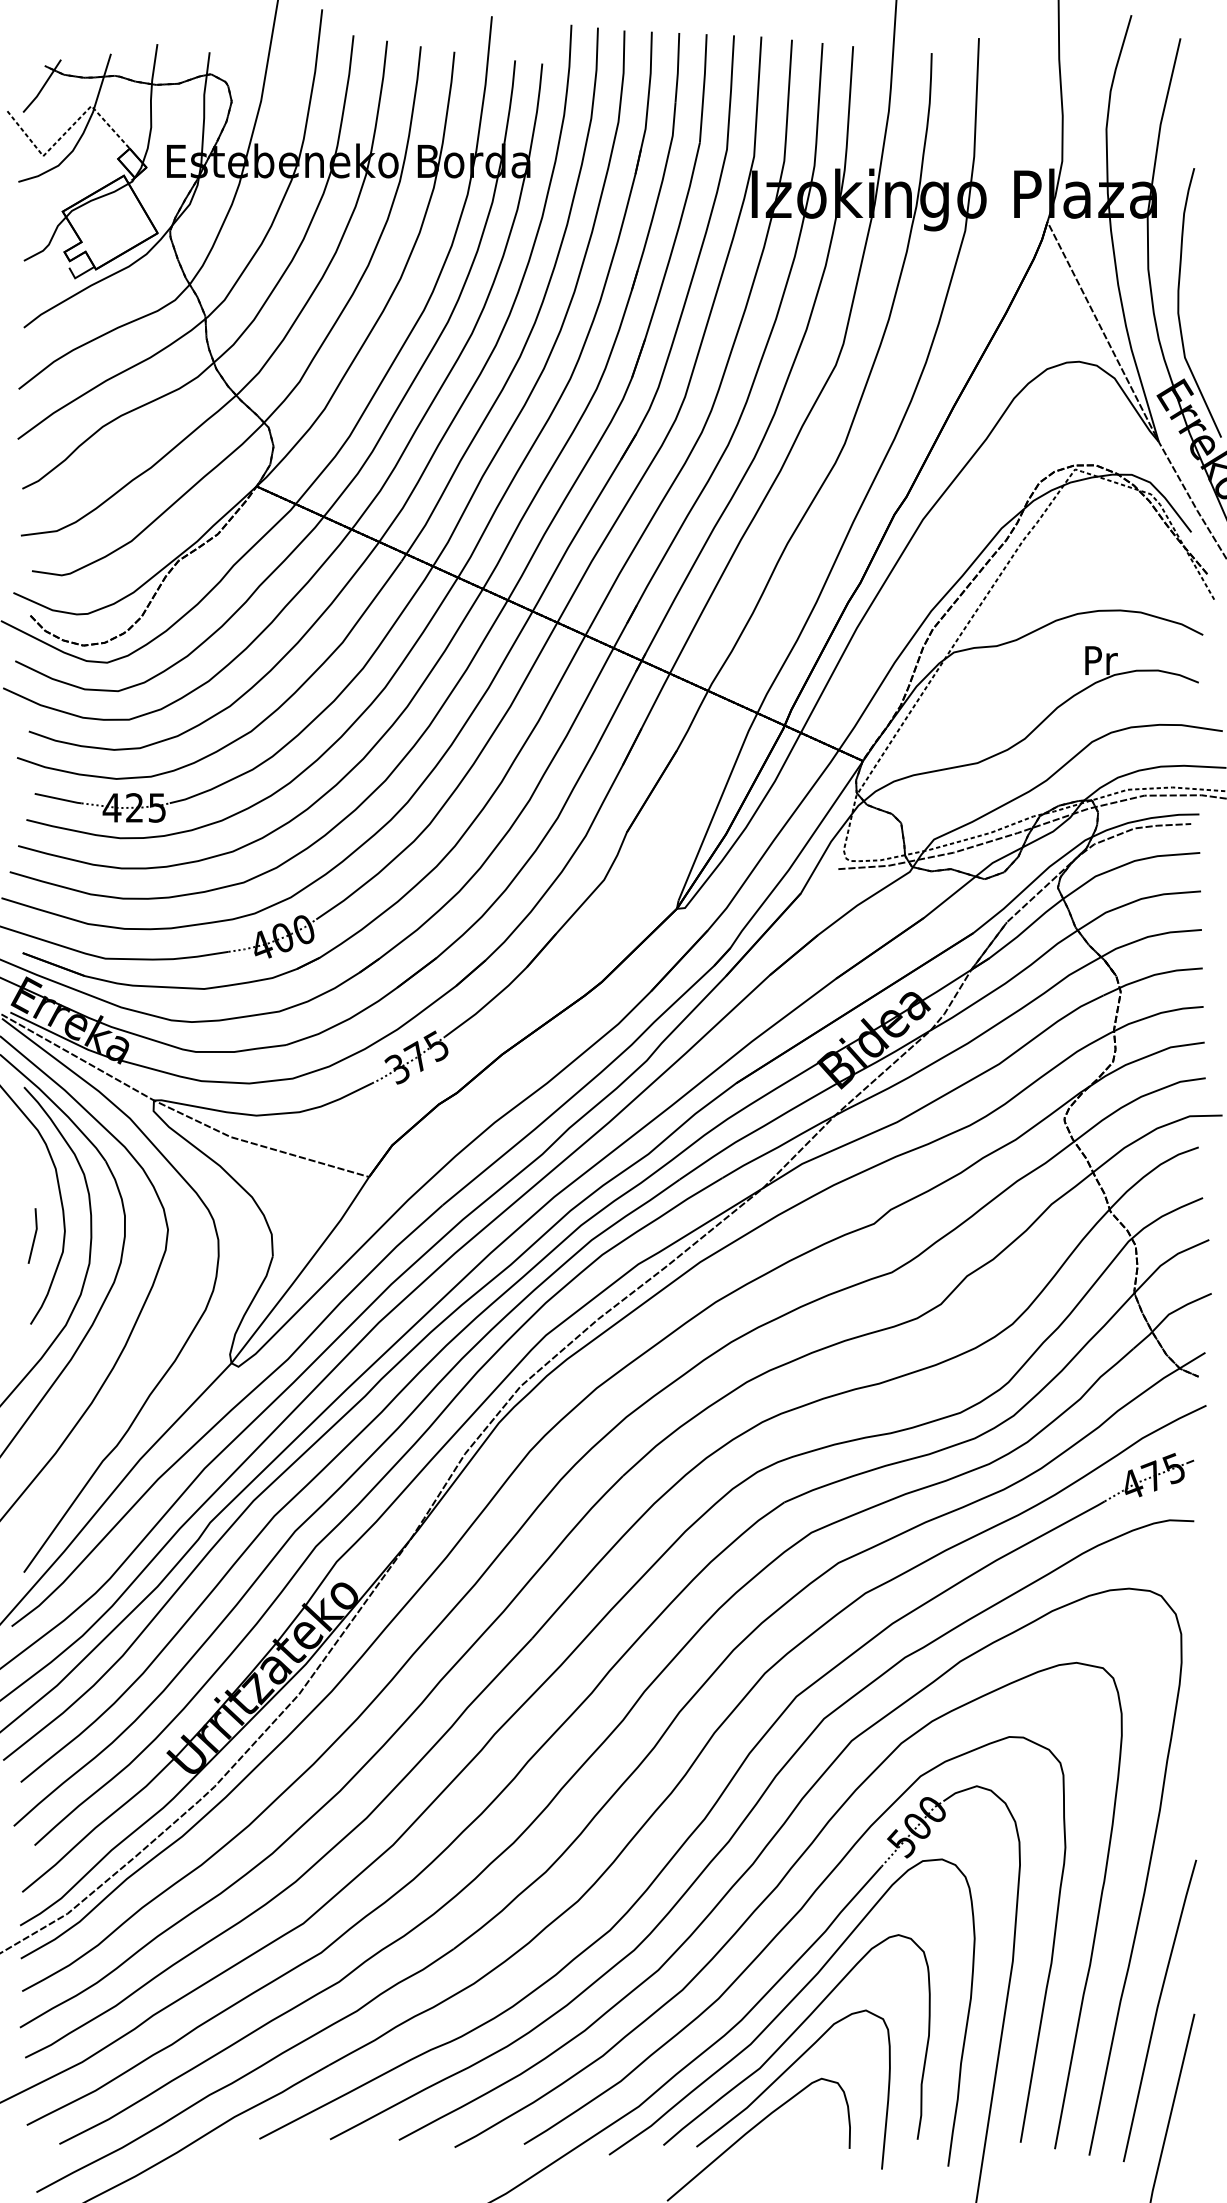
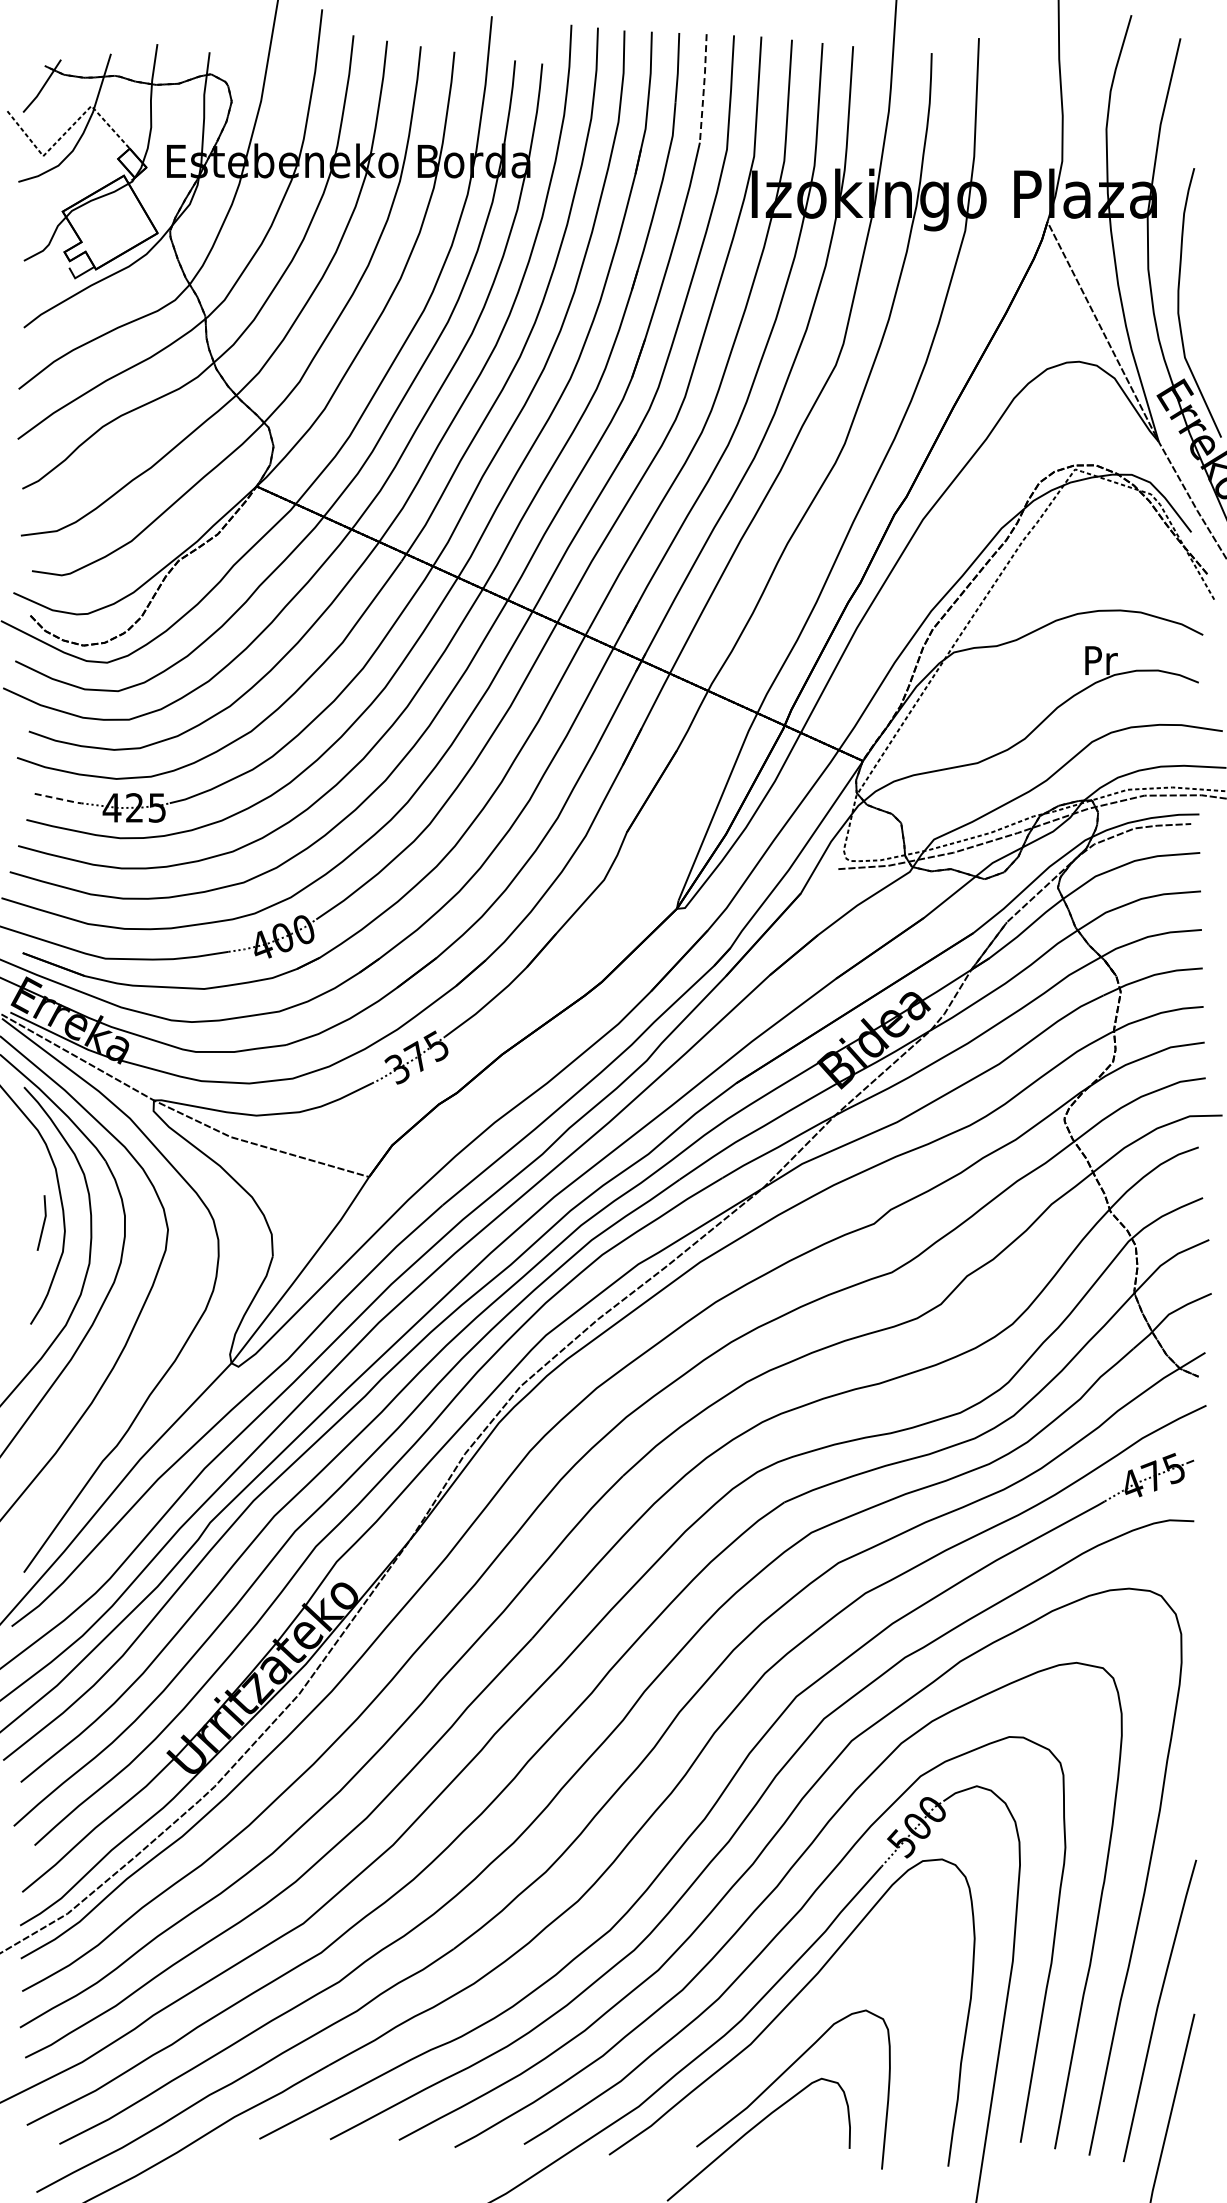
line at (703, 88): solid -> dashed
line at (59, 798): solid -> dashed
line at (34, 1235) position: (34, 1235) -> (43, 1222)
curve at (792, 2035): present -> none
